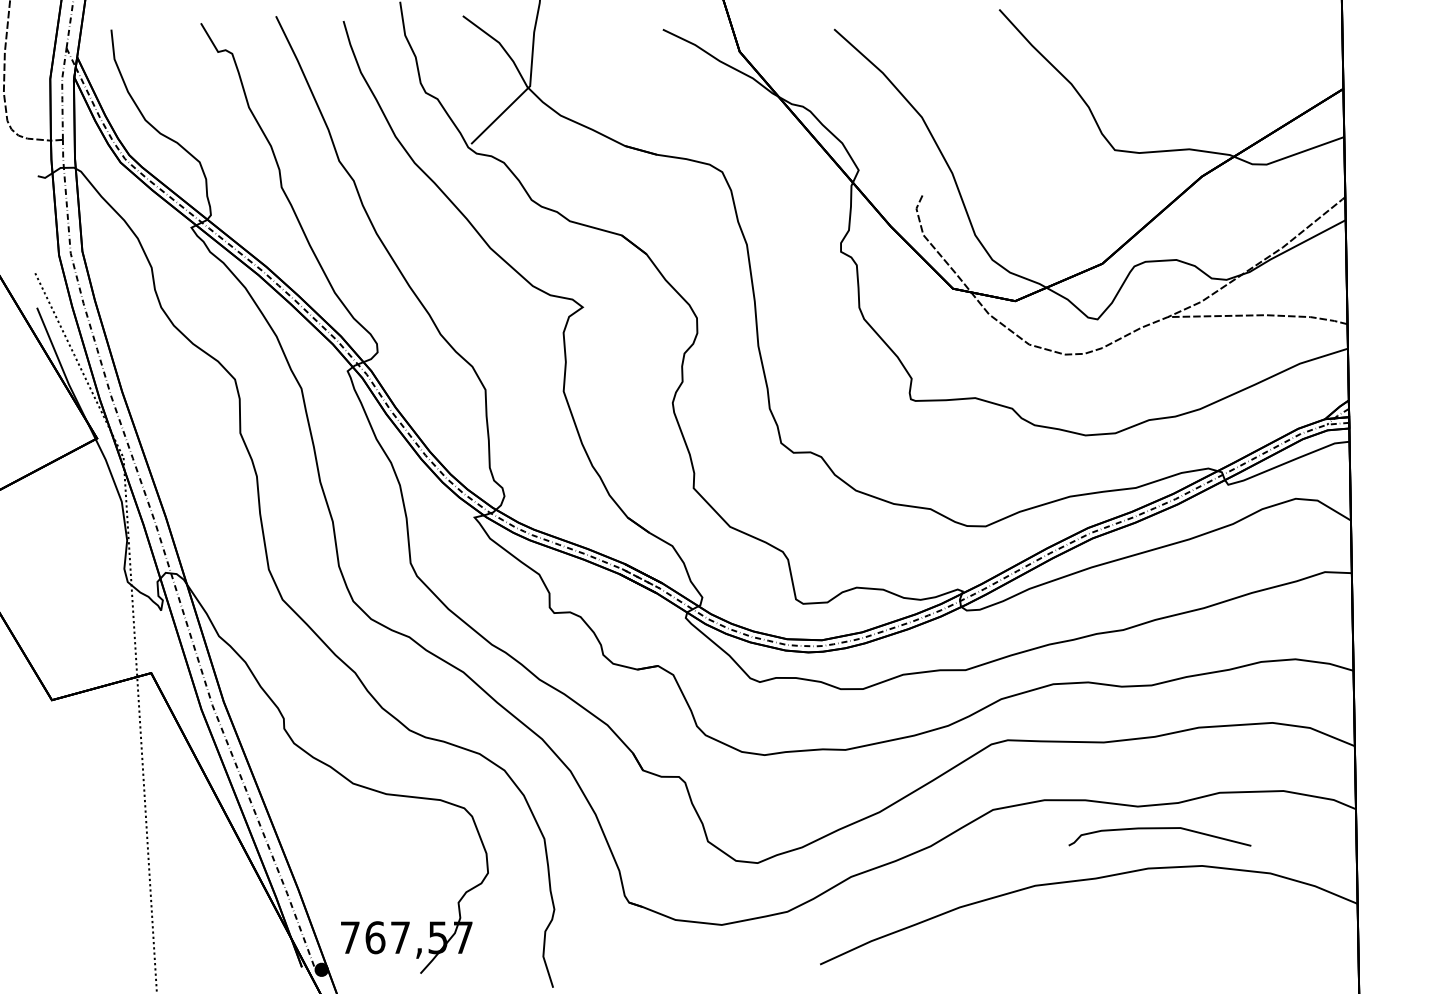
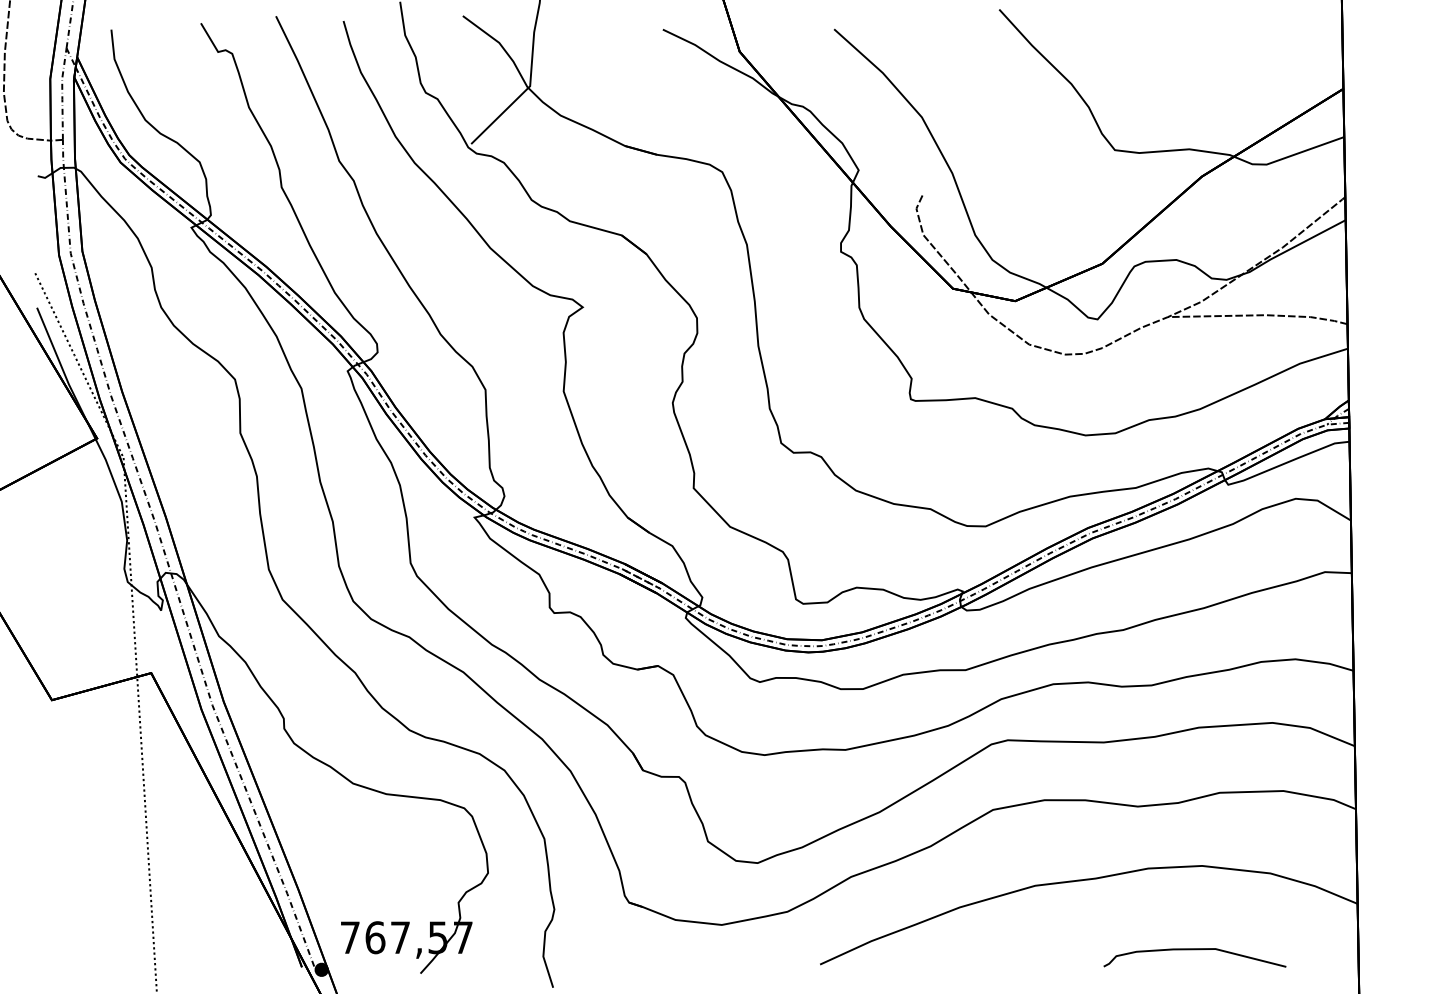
curve at (1159, 829) position: (1159, 829) -> (1194, 950)
